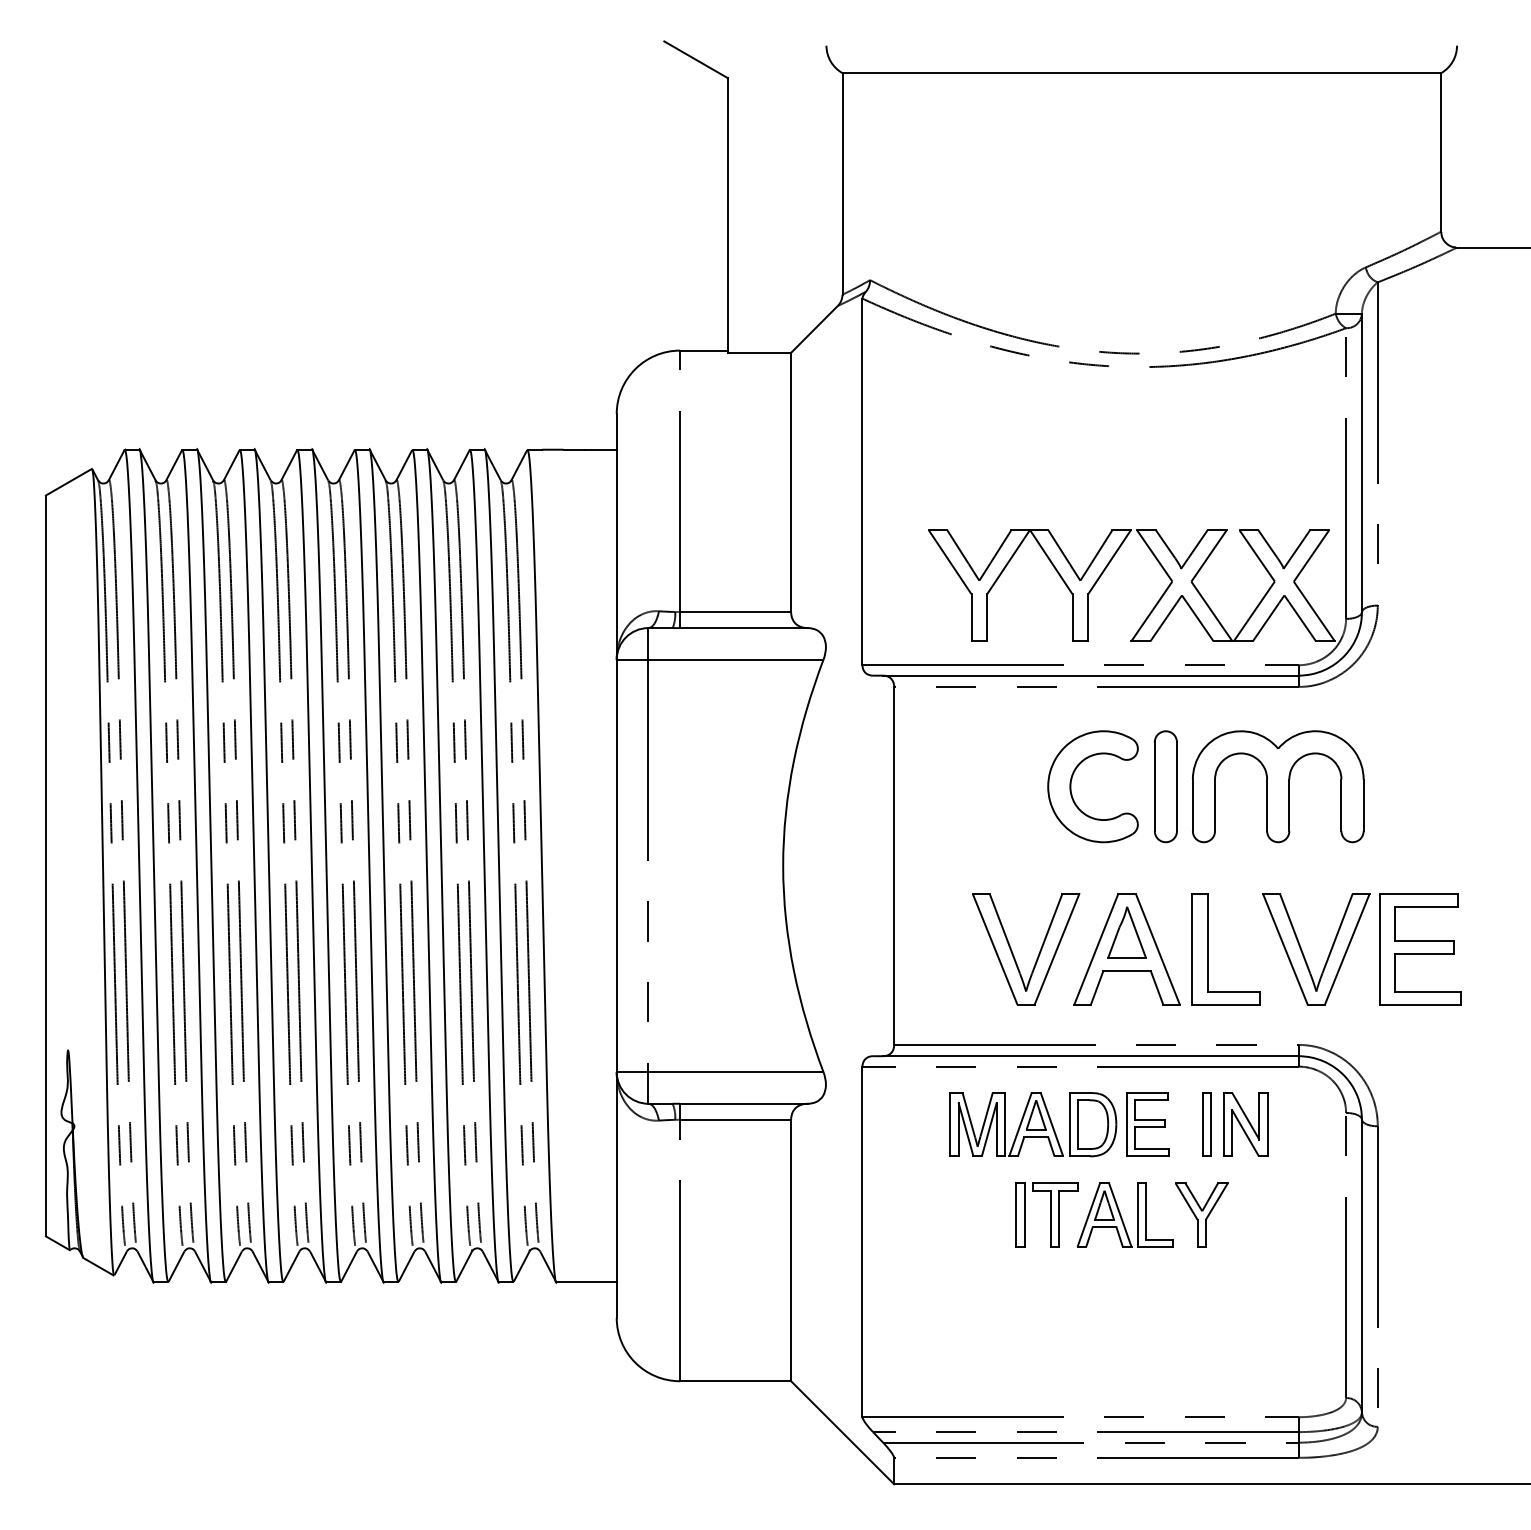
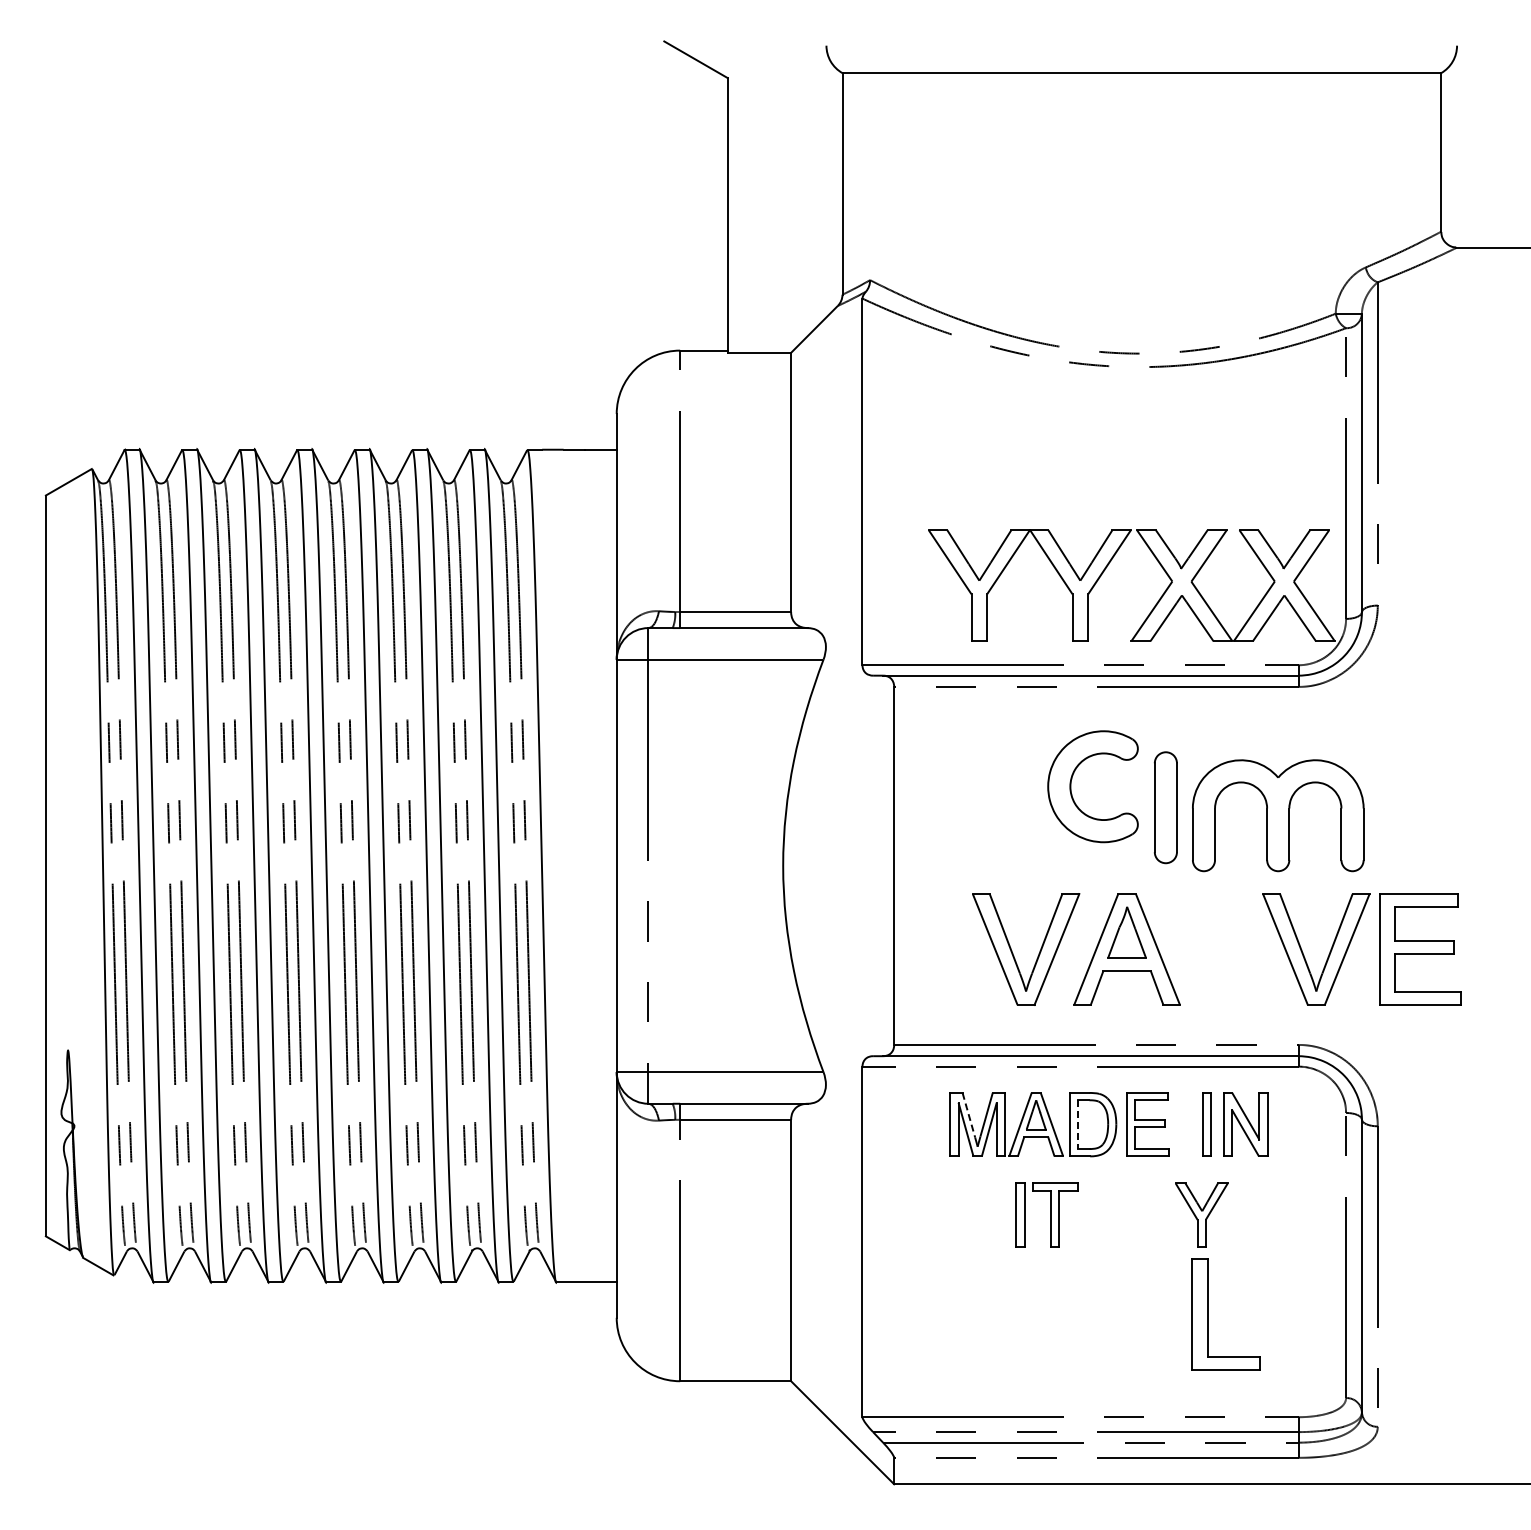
part at (1165, 786) position: (1165, 786) -> (1165, 807)
part at (1278, 786) position: (1278, 786) -> (1278, 815)
part at (1208, 949) position: (1208, 949) -> (1208, 1314)
line at (968, 1115): solid -> dashed
line at (1078, 1125): solid -> dashed
part at (1125, 1214): present -> none
